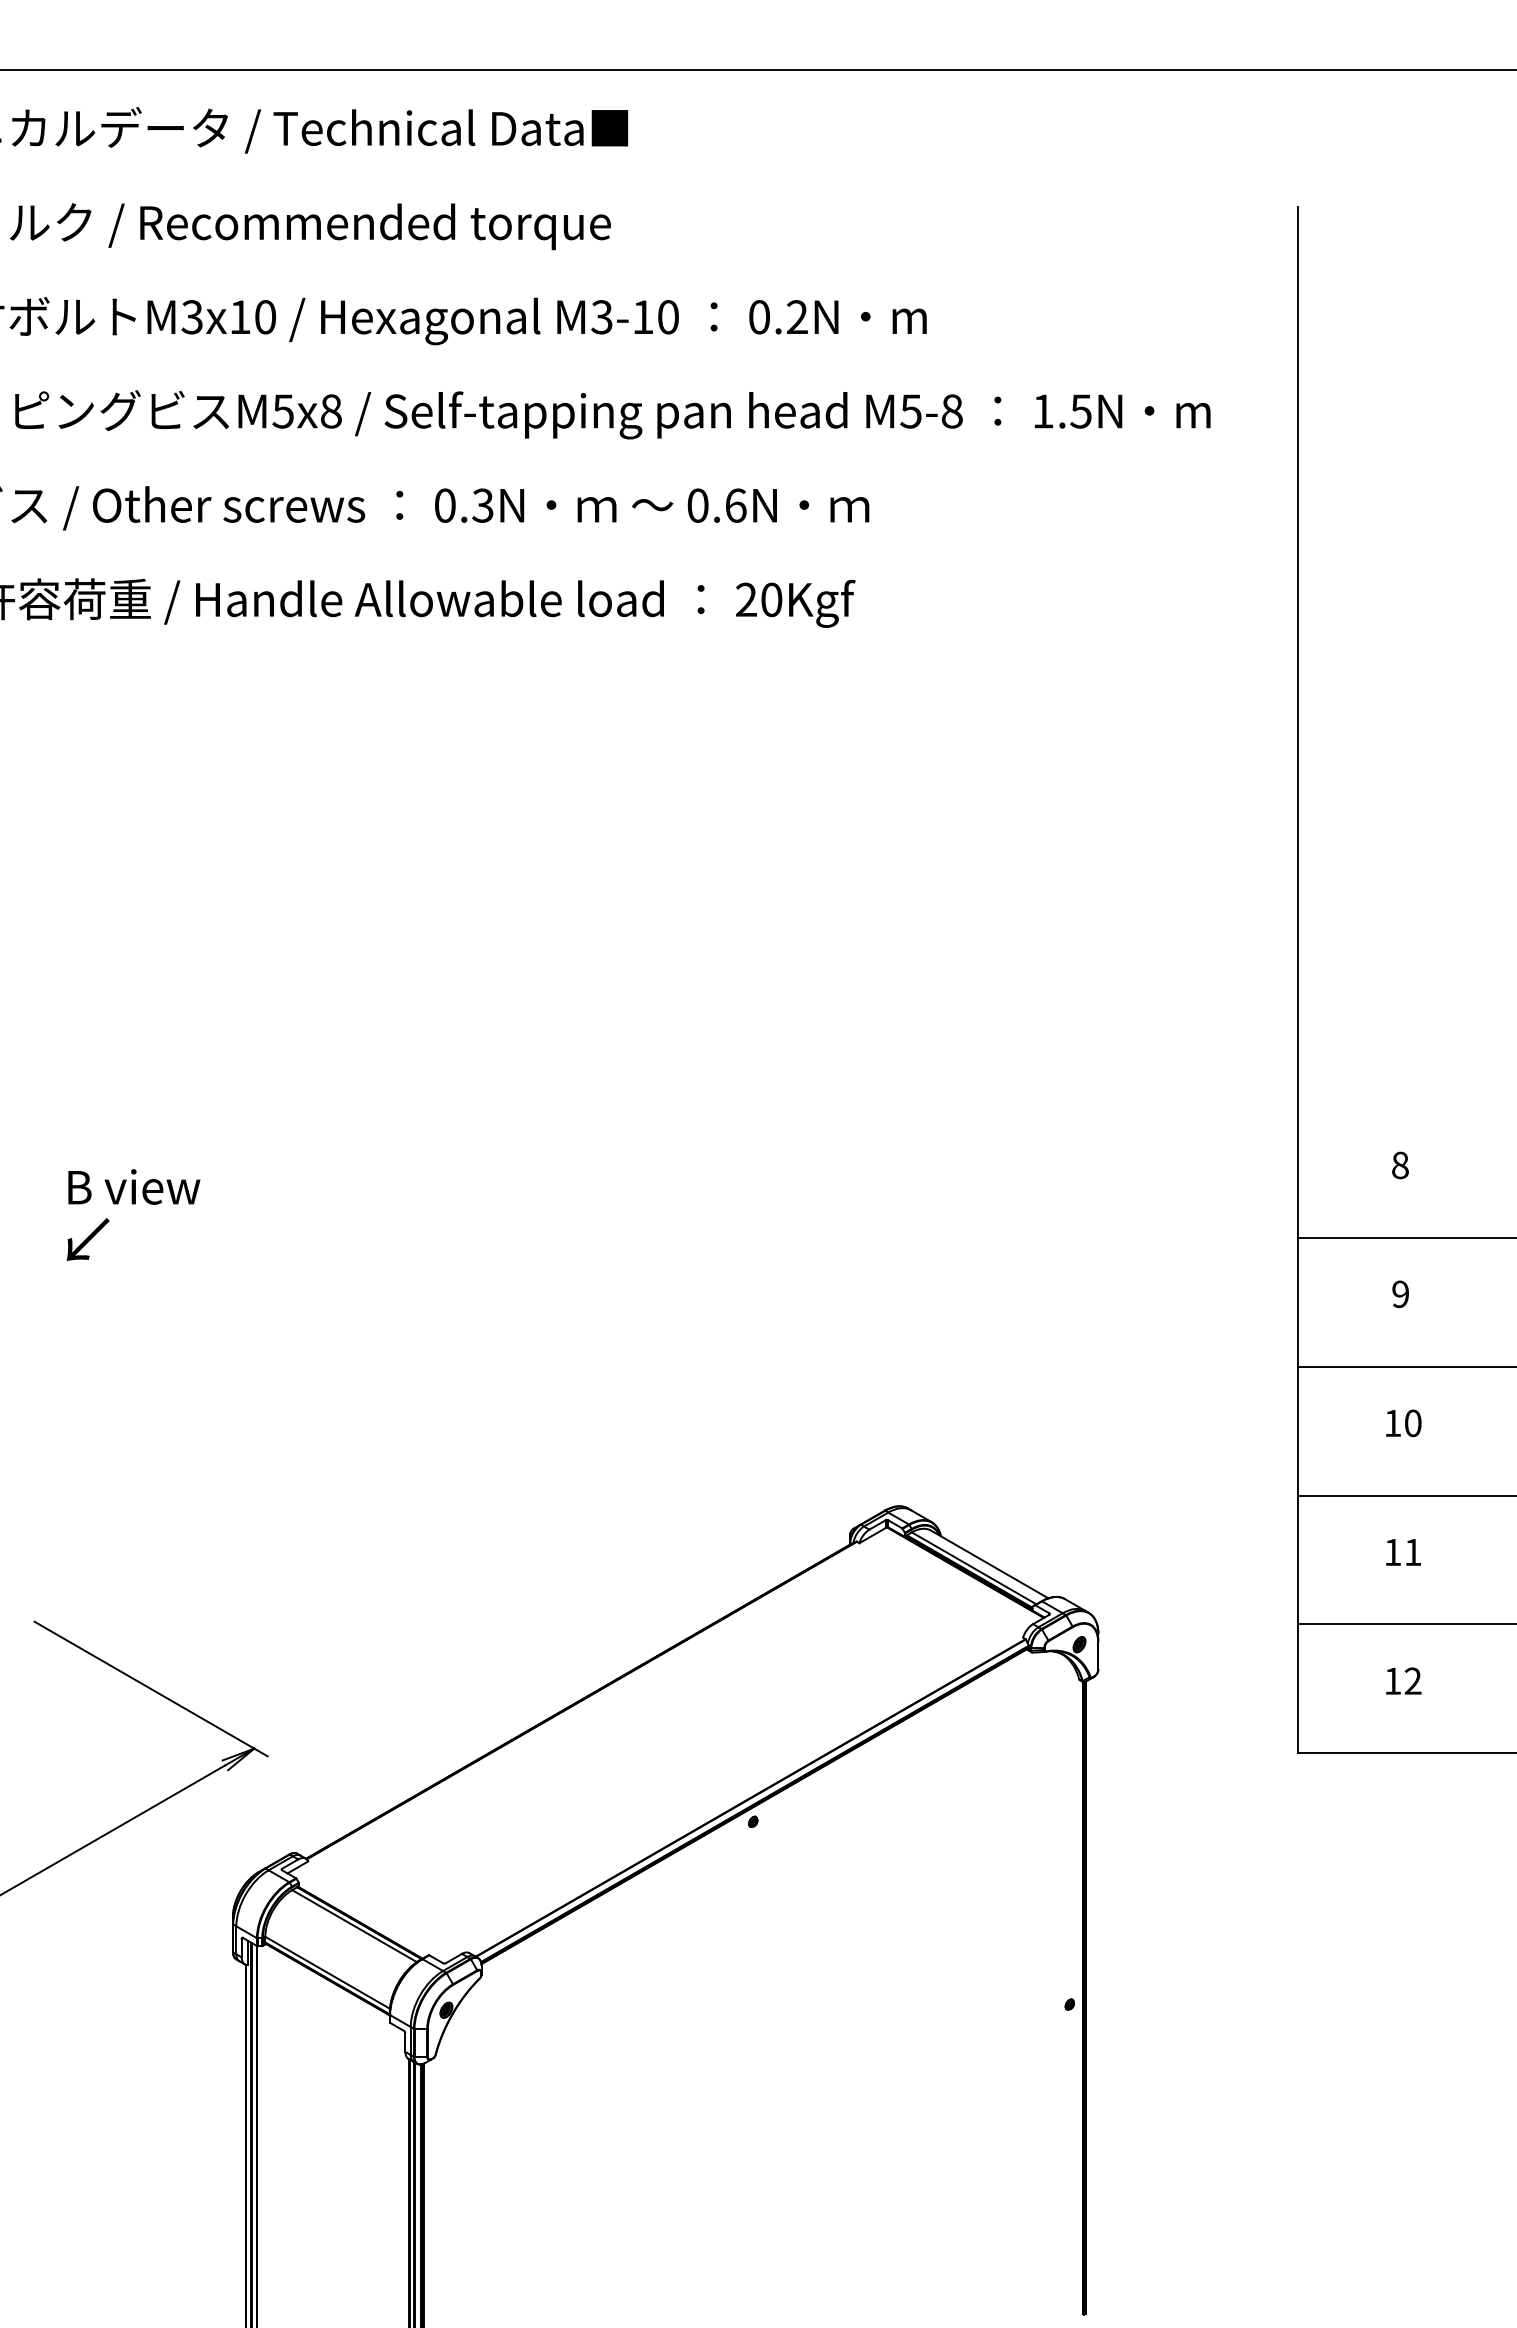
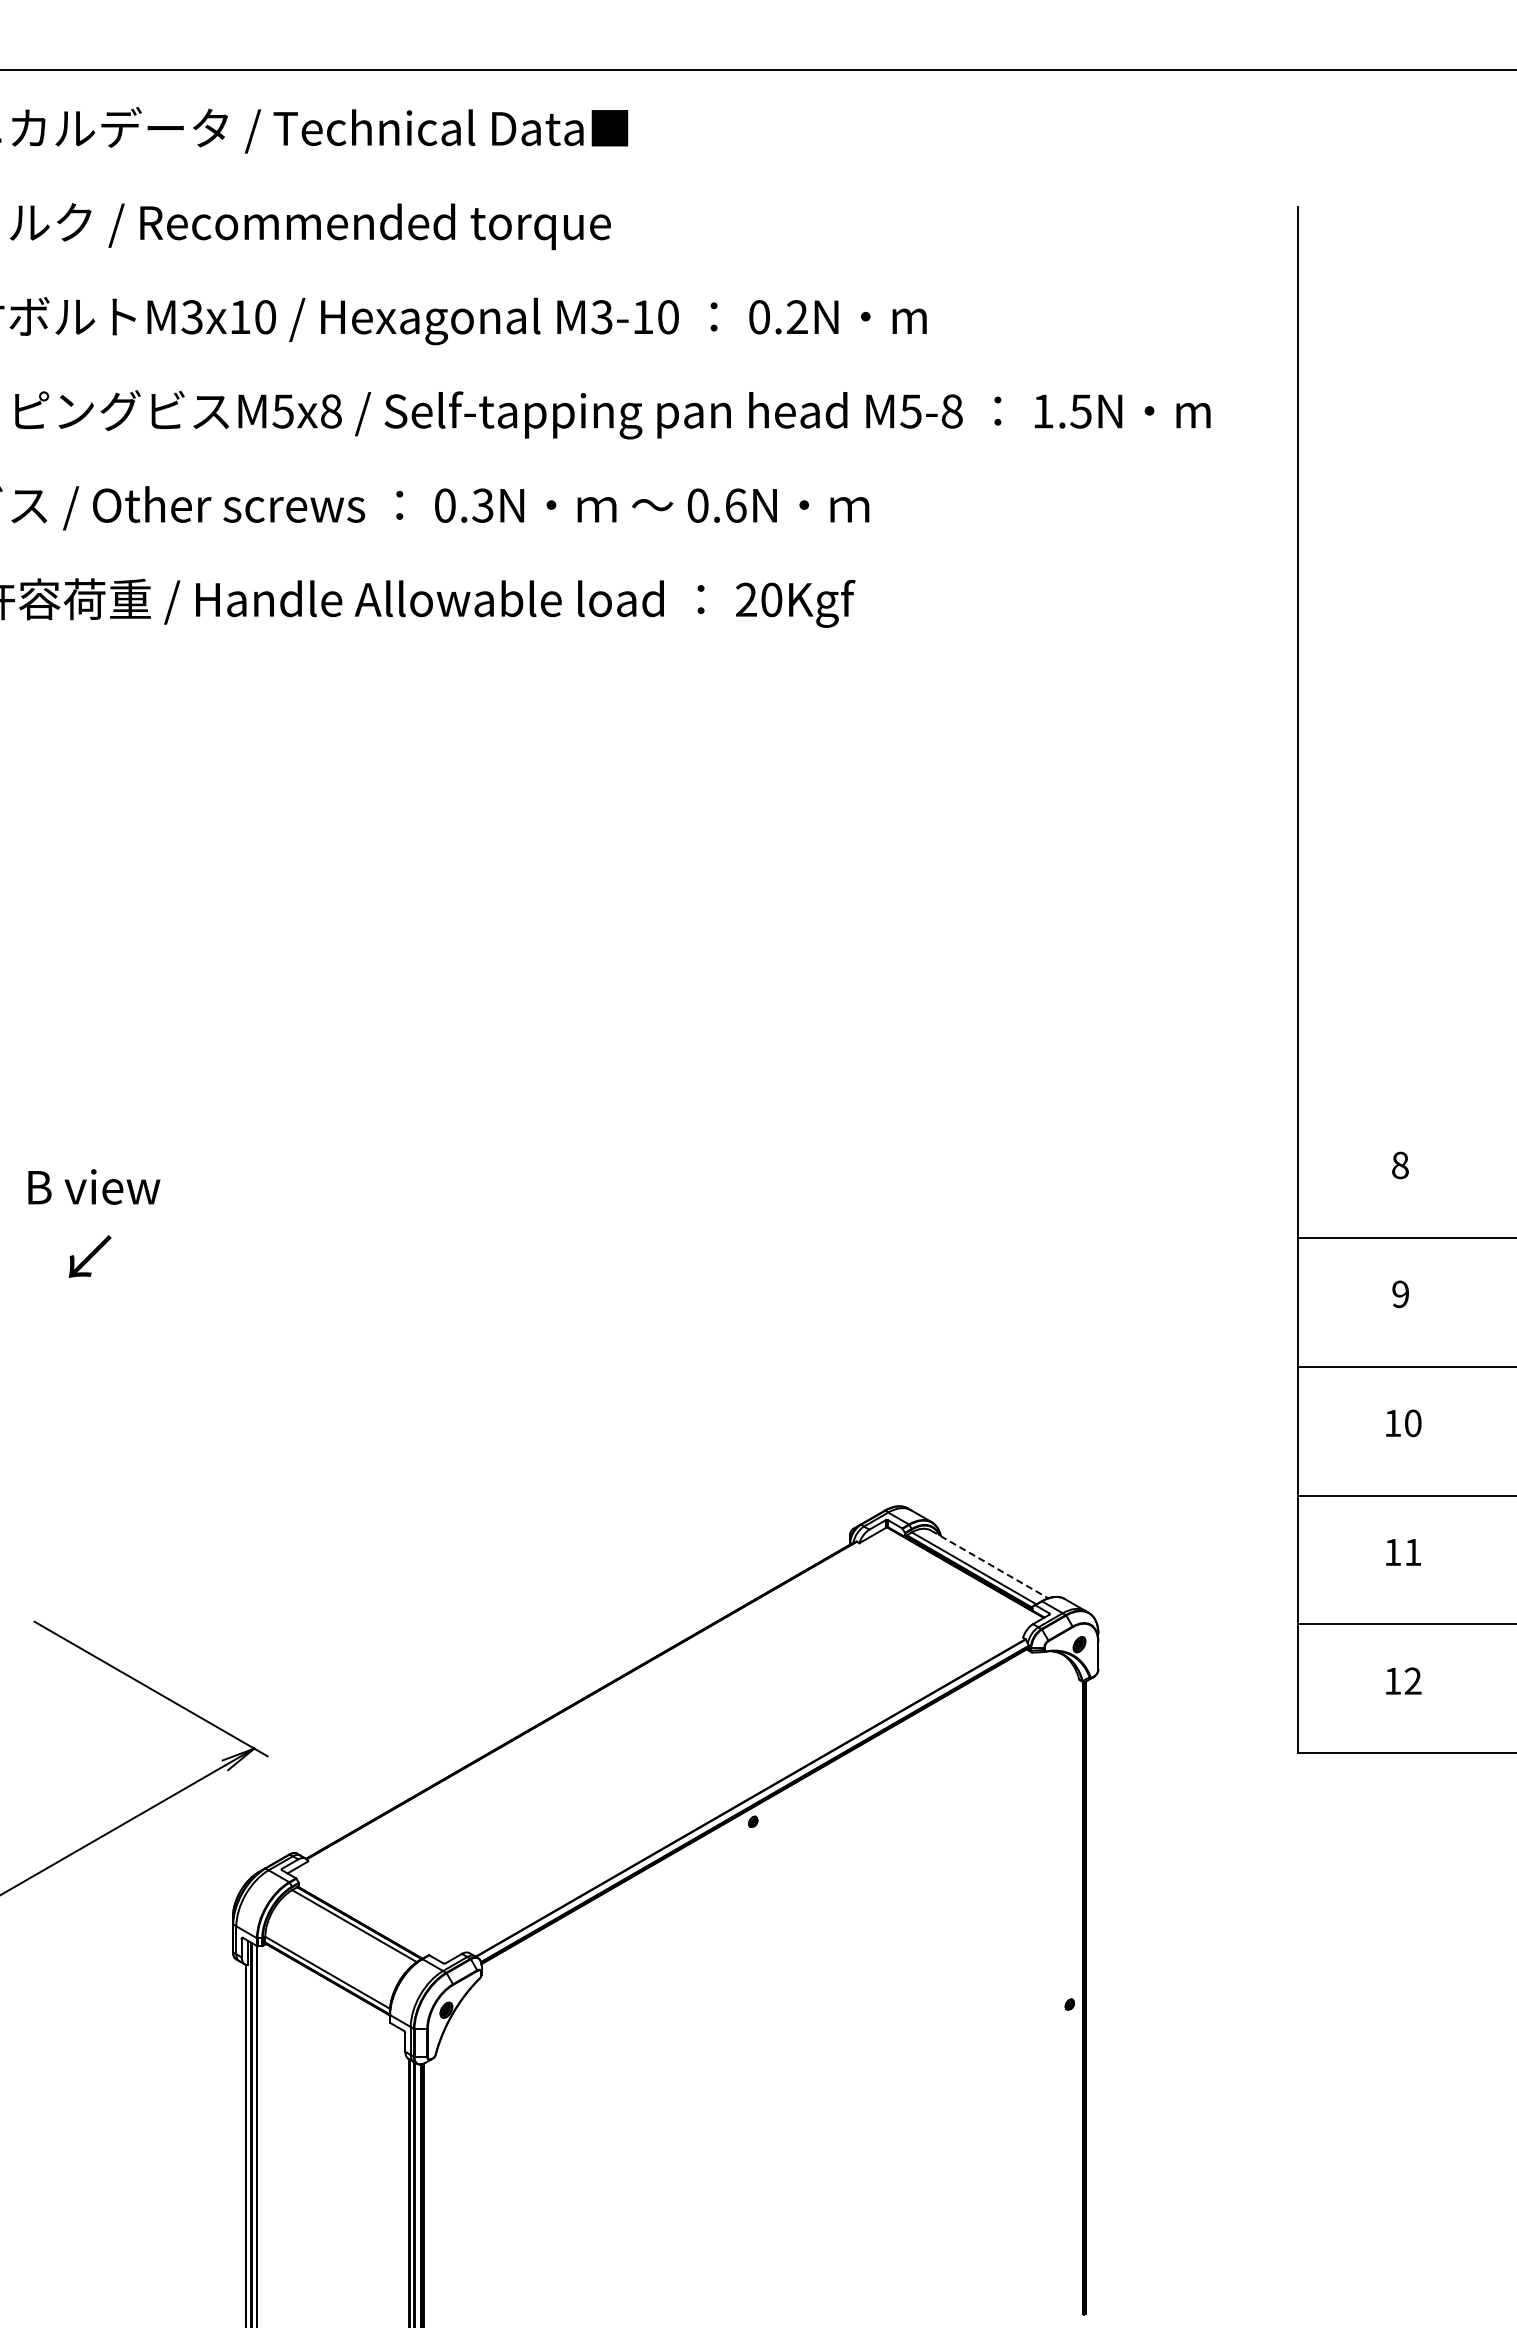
text at (134, 1186) position: (134, 1186) -> (94, 1186)
text at (87, 1239) position: (87, 1239) -> (89, 1256)
line at (989, 1564): solid -> dashed
